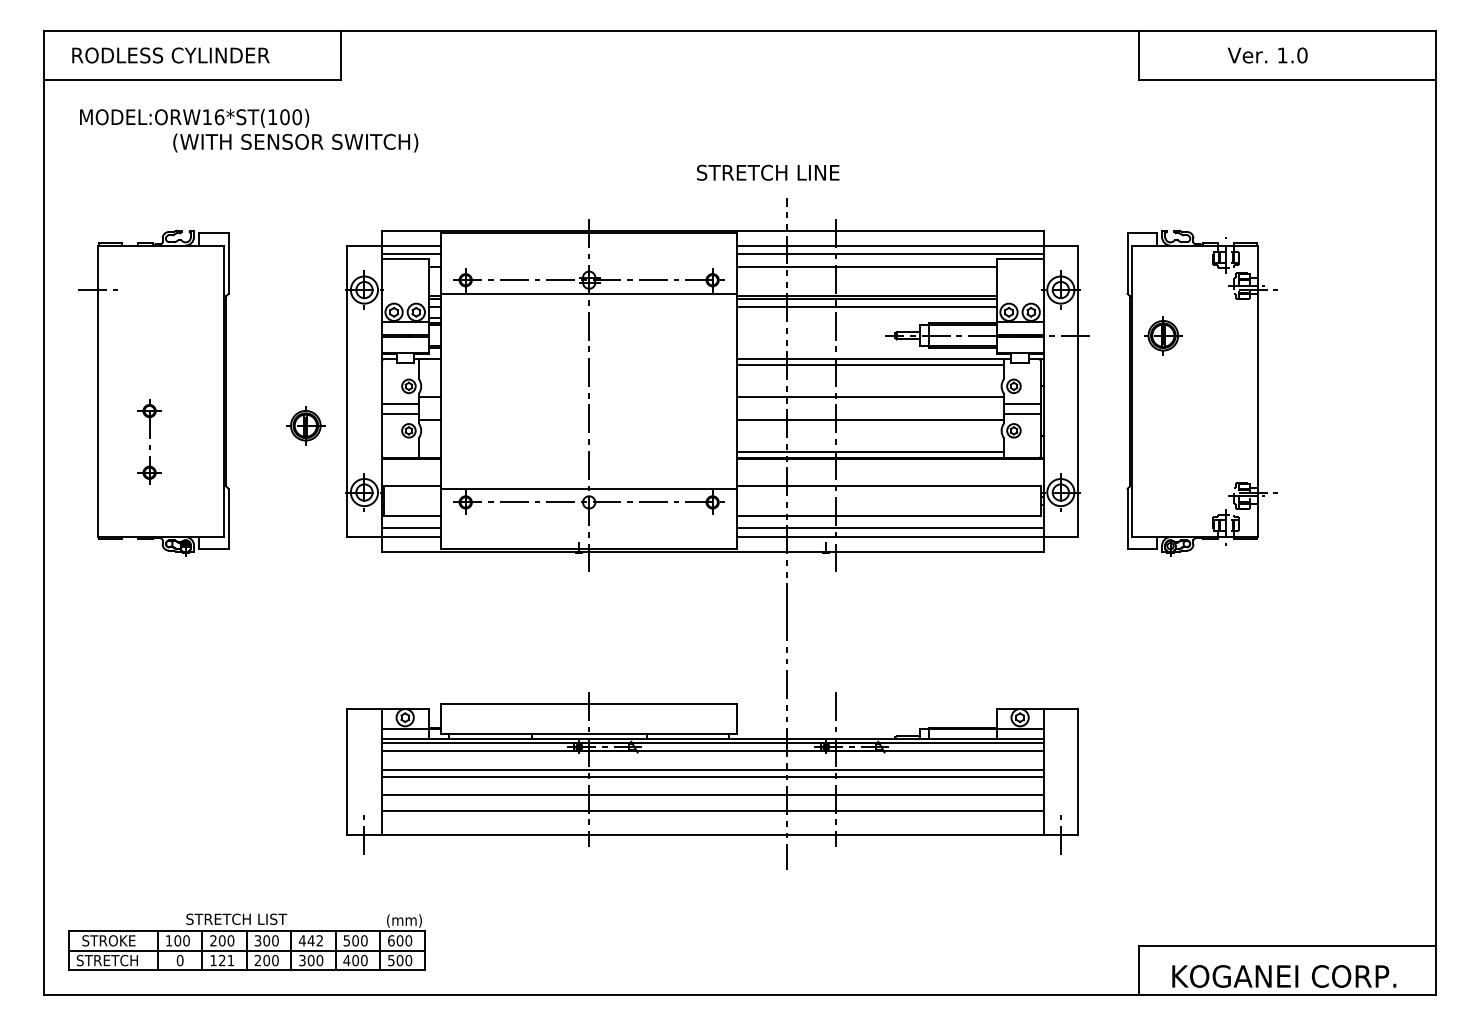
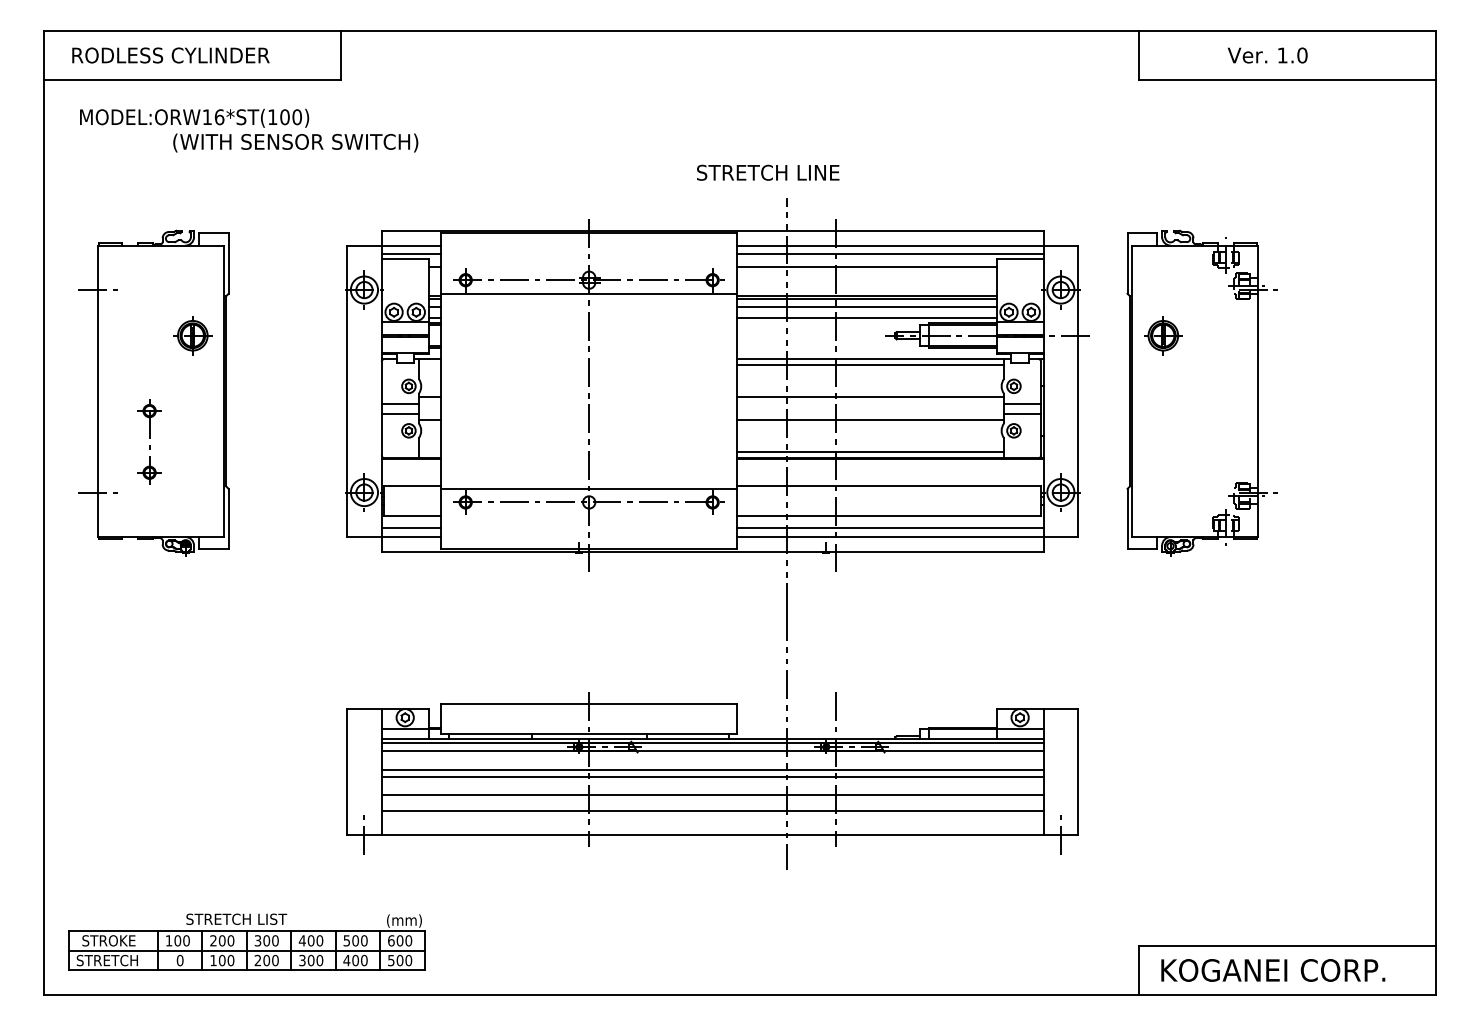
line at (866, 317): none -> present
part at (305, 425) position: (305, 425) -> (192, 335)
line at (97, 492): none -> present
text at (315, 940): 442 -> 400
text at (226, 960): 121 -> 100
text at (1284, 976) position: (1284, 976) -> (1273, 970)
